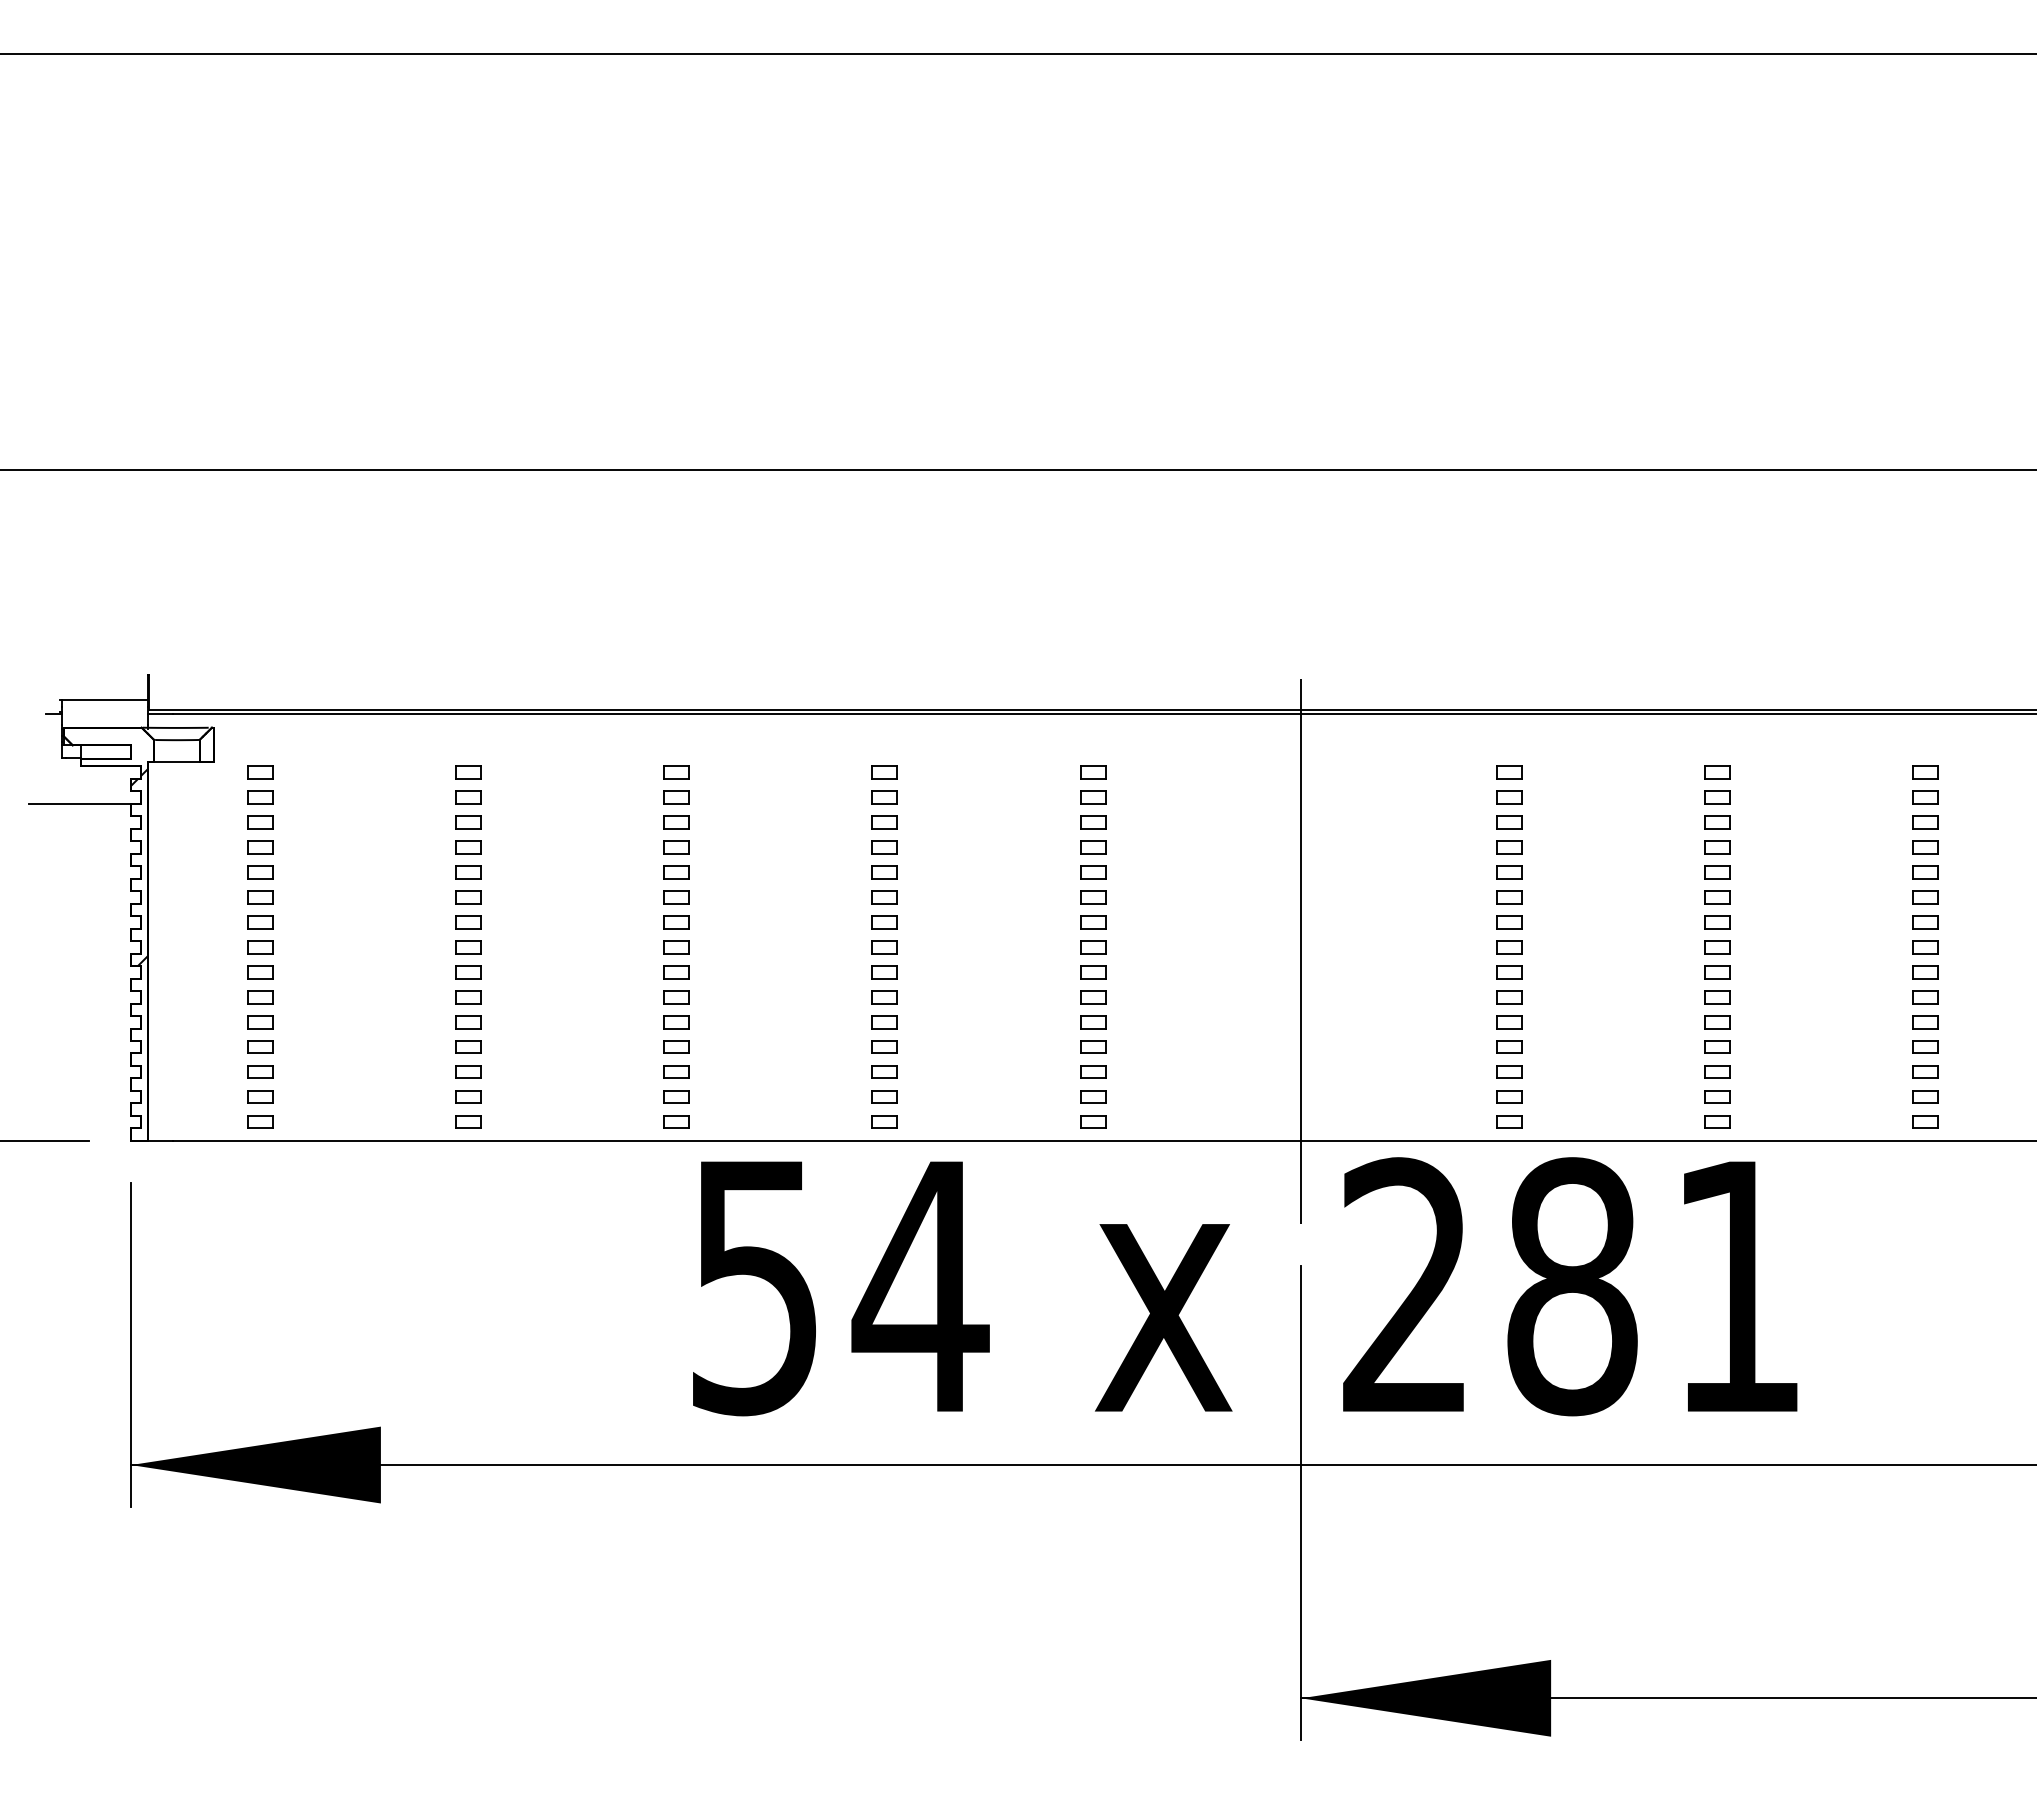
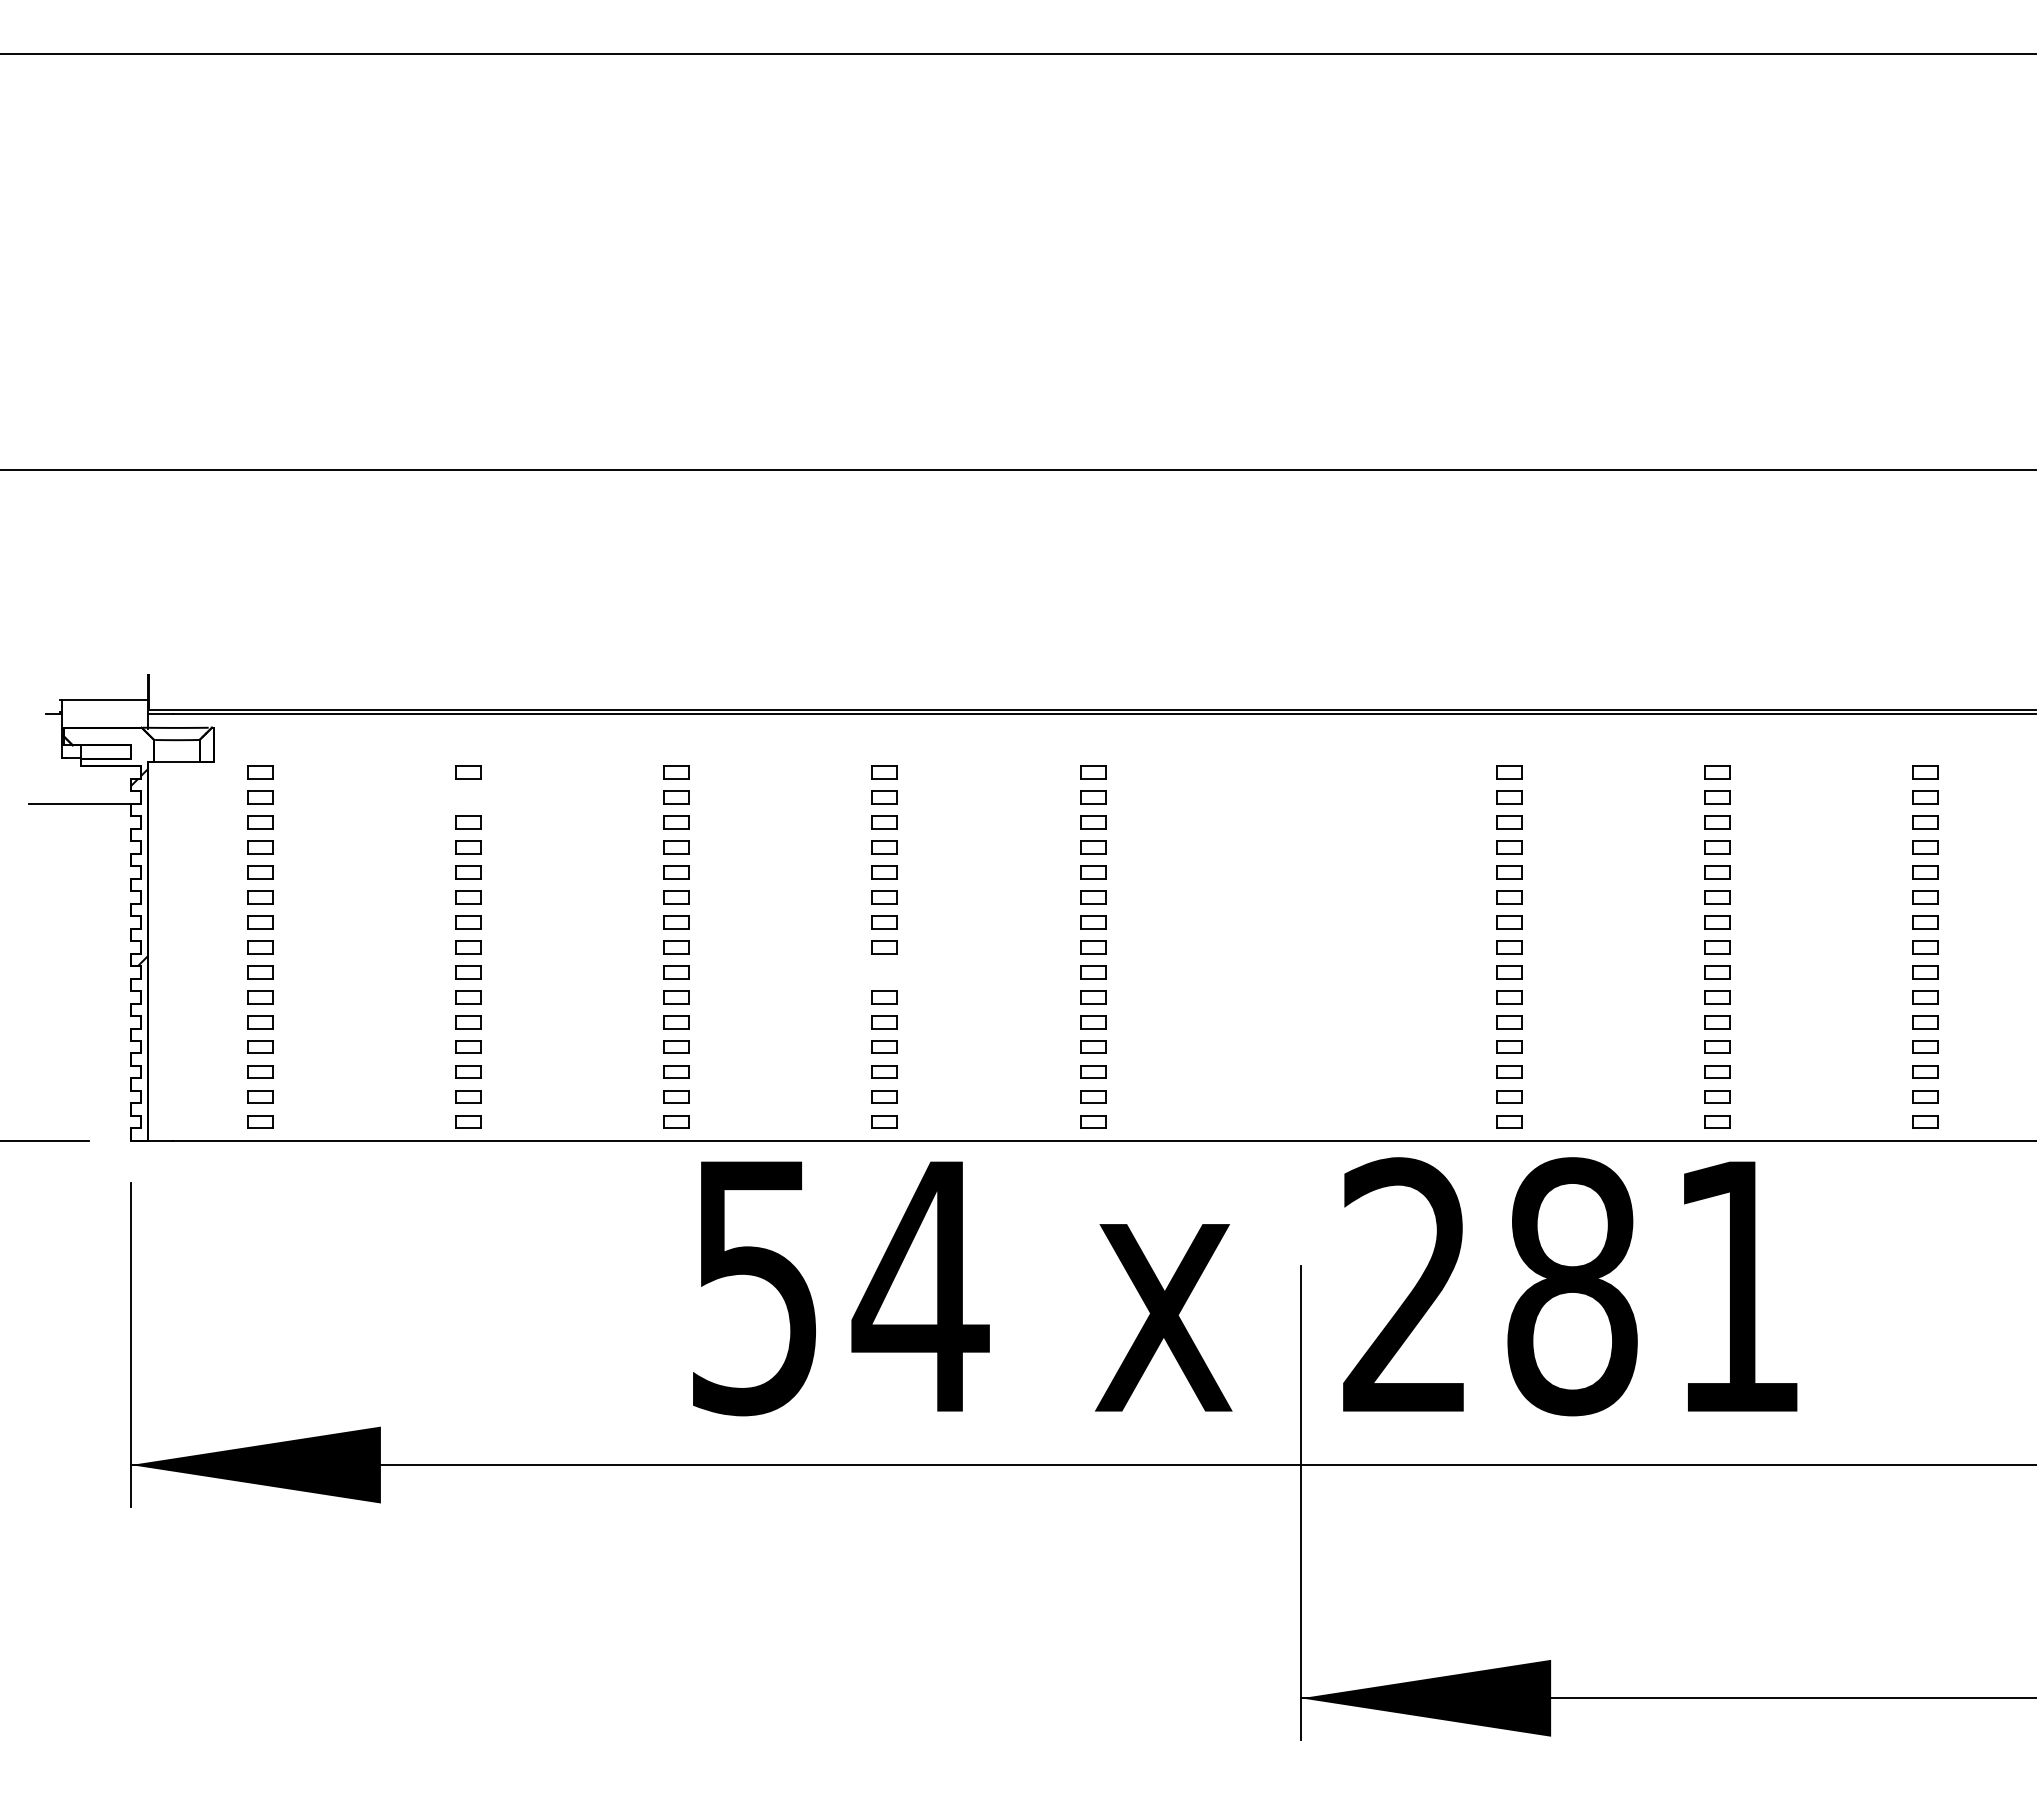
part at (468, 797): present -> none
line at (1301, 951): present -> none
part at (884, 972): present -> none
